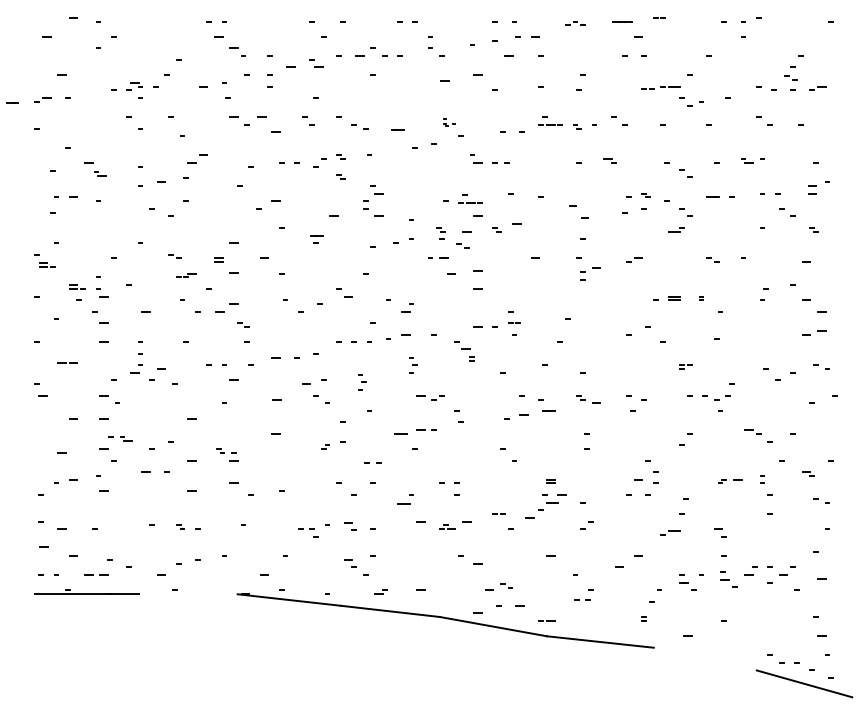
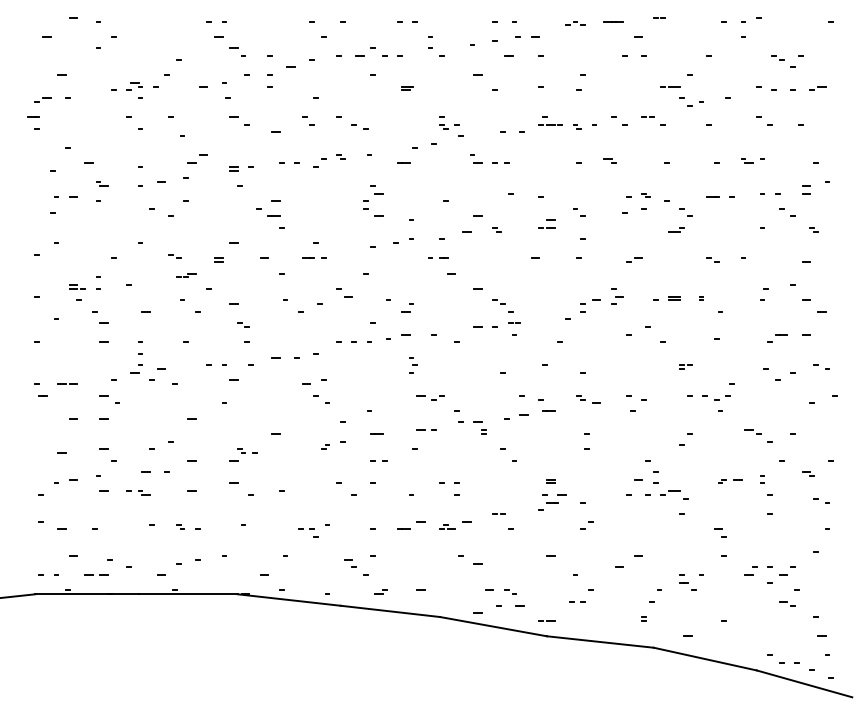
line at (622, 21) position: (622, 21) -> (613, 21)
line at (318, 66): present -> none
part at (790, 77) position: (790, 77) -> (777, 57)
line at (444, 80): present -> none
part at (407, 88): none -> present
line at (646, 88) position: (646, 88) -> (646, 116)
line at (12, 102) position: (12, 102) -> (33, 116)
line at (261, 116): present -> none
part at (449, 122) size: 13x9 px -> 21x14 px
line at (397, 129) position: (397, 129) -> (403, 162)
part at (233, 168): none -> present
part at (100, 173) position: (100, 173) -> (102, 183)
part at (685, 173): present -> none
part at (340, 176): present -> none
part at (812, 189) position: (812, 189) -> (806, 189)
part at (470, 198): present -> none
part at (578, 211) size: 20x14 px -> 13x9 px
line at (333, 215): present -> none
line at (516, 223): present -> none
part at (546, 223): none -> present
part at (440, 229): present -> none
line at (316, 235) position: (316, 235) -> (273, 215)
part at (462, 245) position: (462, 245) -> (498, 301)
line at (314, 257): none -> present
part at (47, 264): present -> none
line at (477, 270): present -> none
line at (233, 272): present -> none
part at (590, 273) position: (590, 273) -> (590, 305)
line at (103, 296): present -> none
part at (617, 296): none -> present
line at (219, 311): present -> none
line at (821, 330): present -> none
part at (777, 338): none -> present
part at (467, 354) position: (467, 354) -> (479, 427)
line at (66, 362) position: (66, 362) -> (66, 383)
part at (362, 382): present -> none
line at (276, 399): present -> none
line at (400, 433) position: (400, 433) -> (376, 433)
part at (120, 438) position: (120, 438) -> (138, 492)
part at (226, 450) position: (226, 450) -> (247, 450)
line at (369, 462) position: (369, 462) -> (375, 460)
line at (403, 503) position: (403, 503) -> (403, 528)
line at (529, 517): present -> none
part at (350, 526): present -> none
part at (670, 532) position: (670, 532) -> (670, 492)
line at (43, 546): present -> none
line at (821, 578): present -> none
part at (728, 579): present -> none
part at (506, 585) position: (506, 585) -> (510, 591)
line at (187, 594): none -> present
line at (18, 595): none -> present
line at (579, 599) position: (579, 599) -> (574, 601)
part at (787, 603): none -> present
line at (704, 658): none -> present
